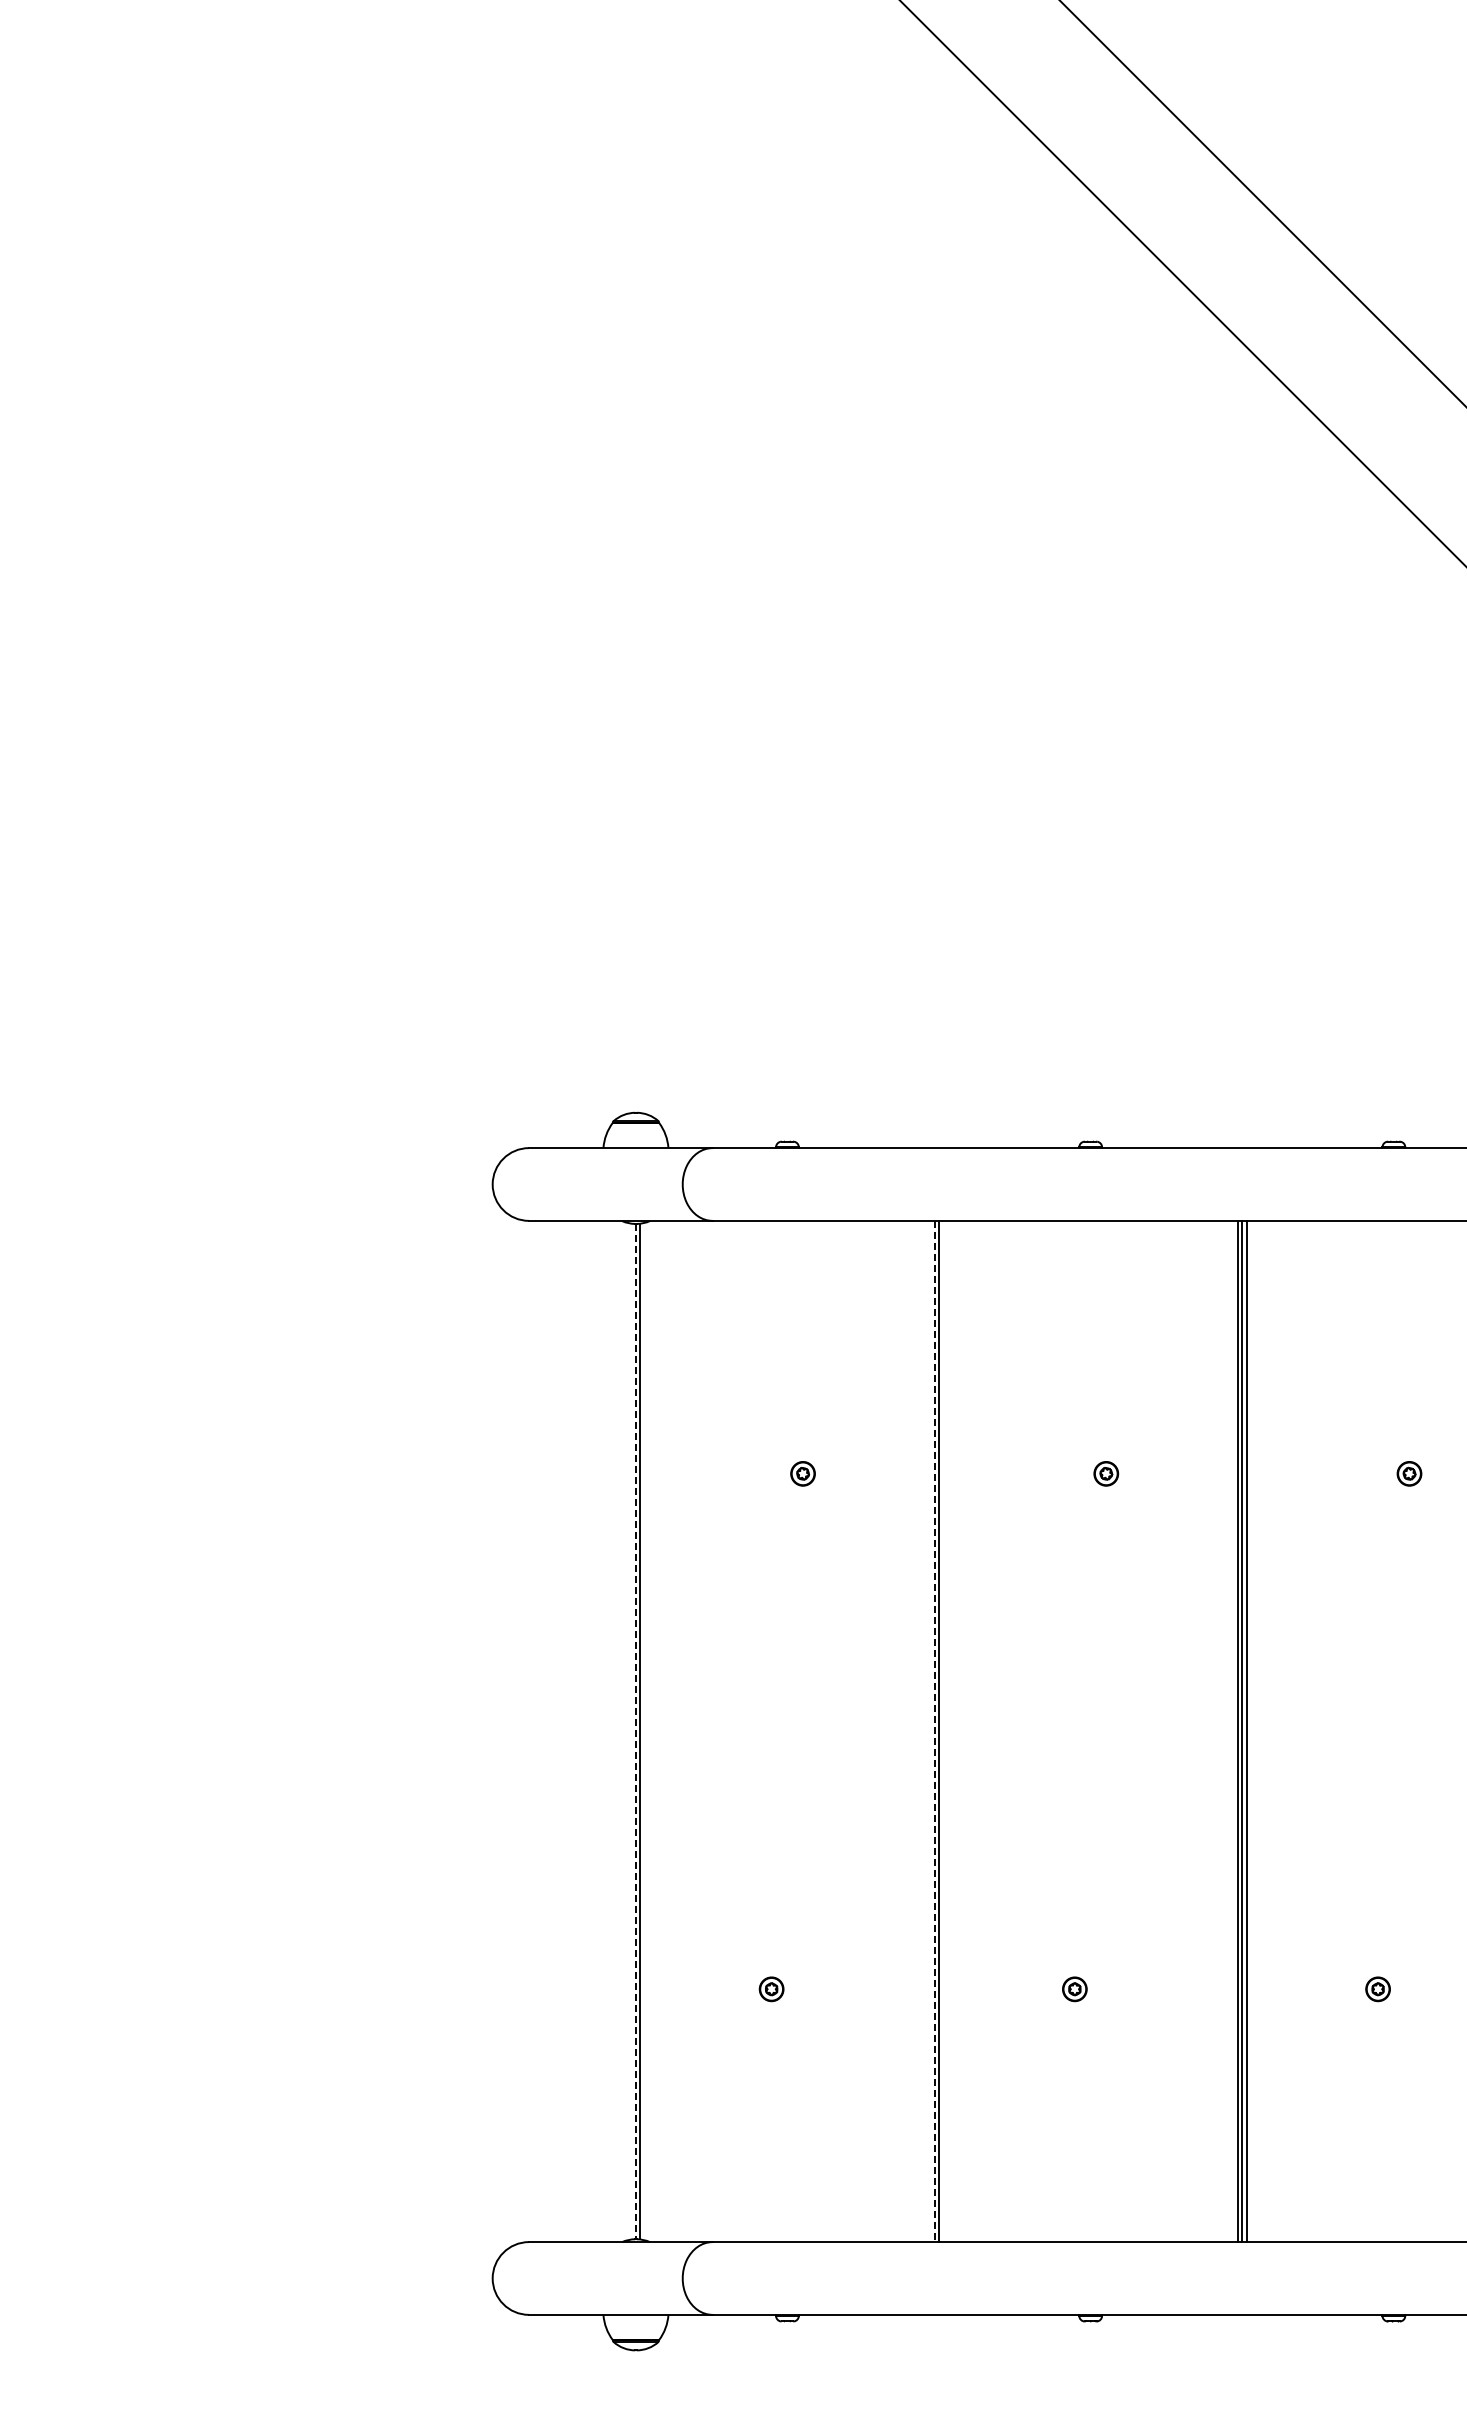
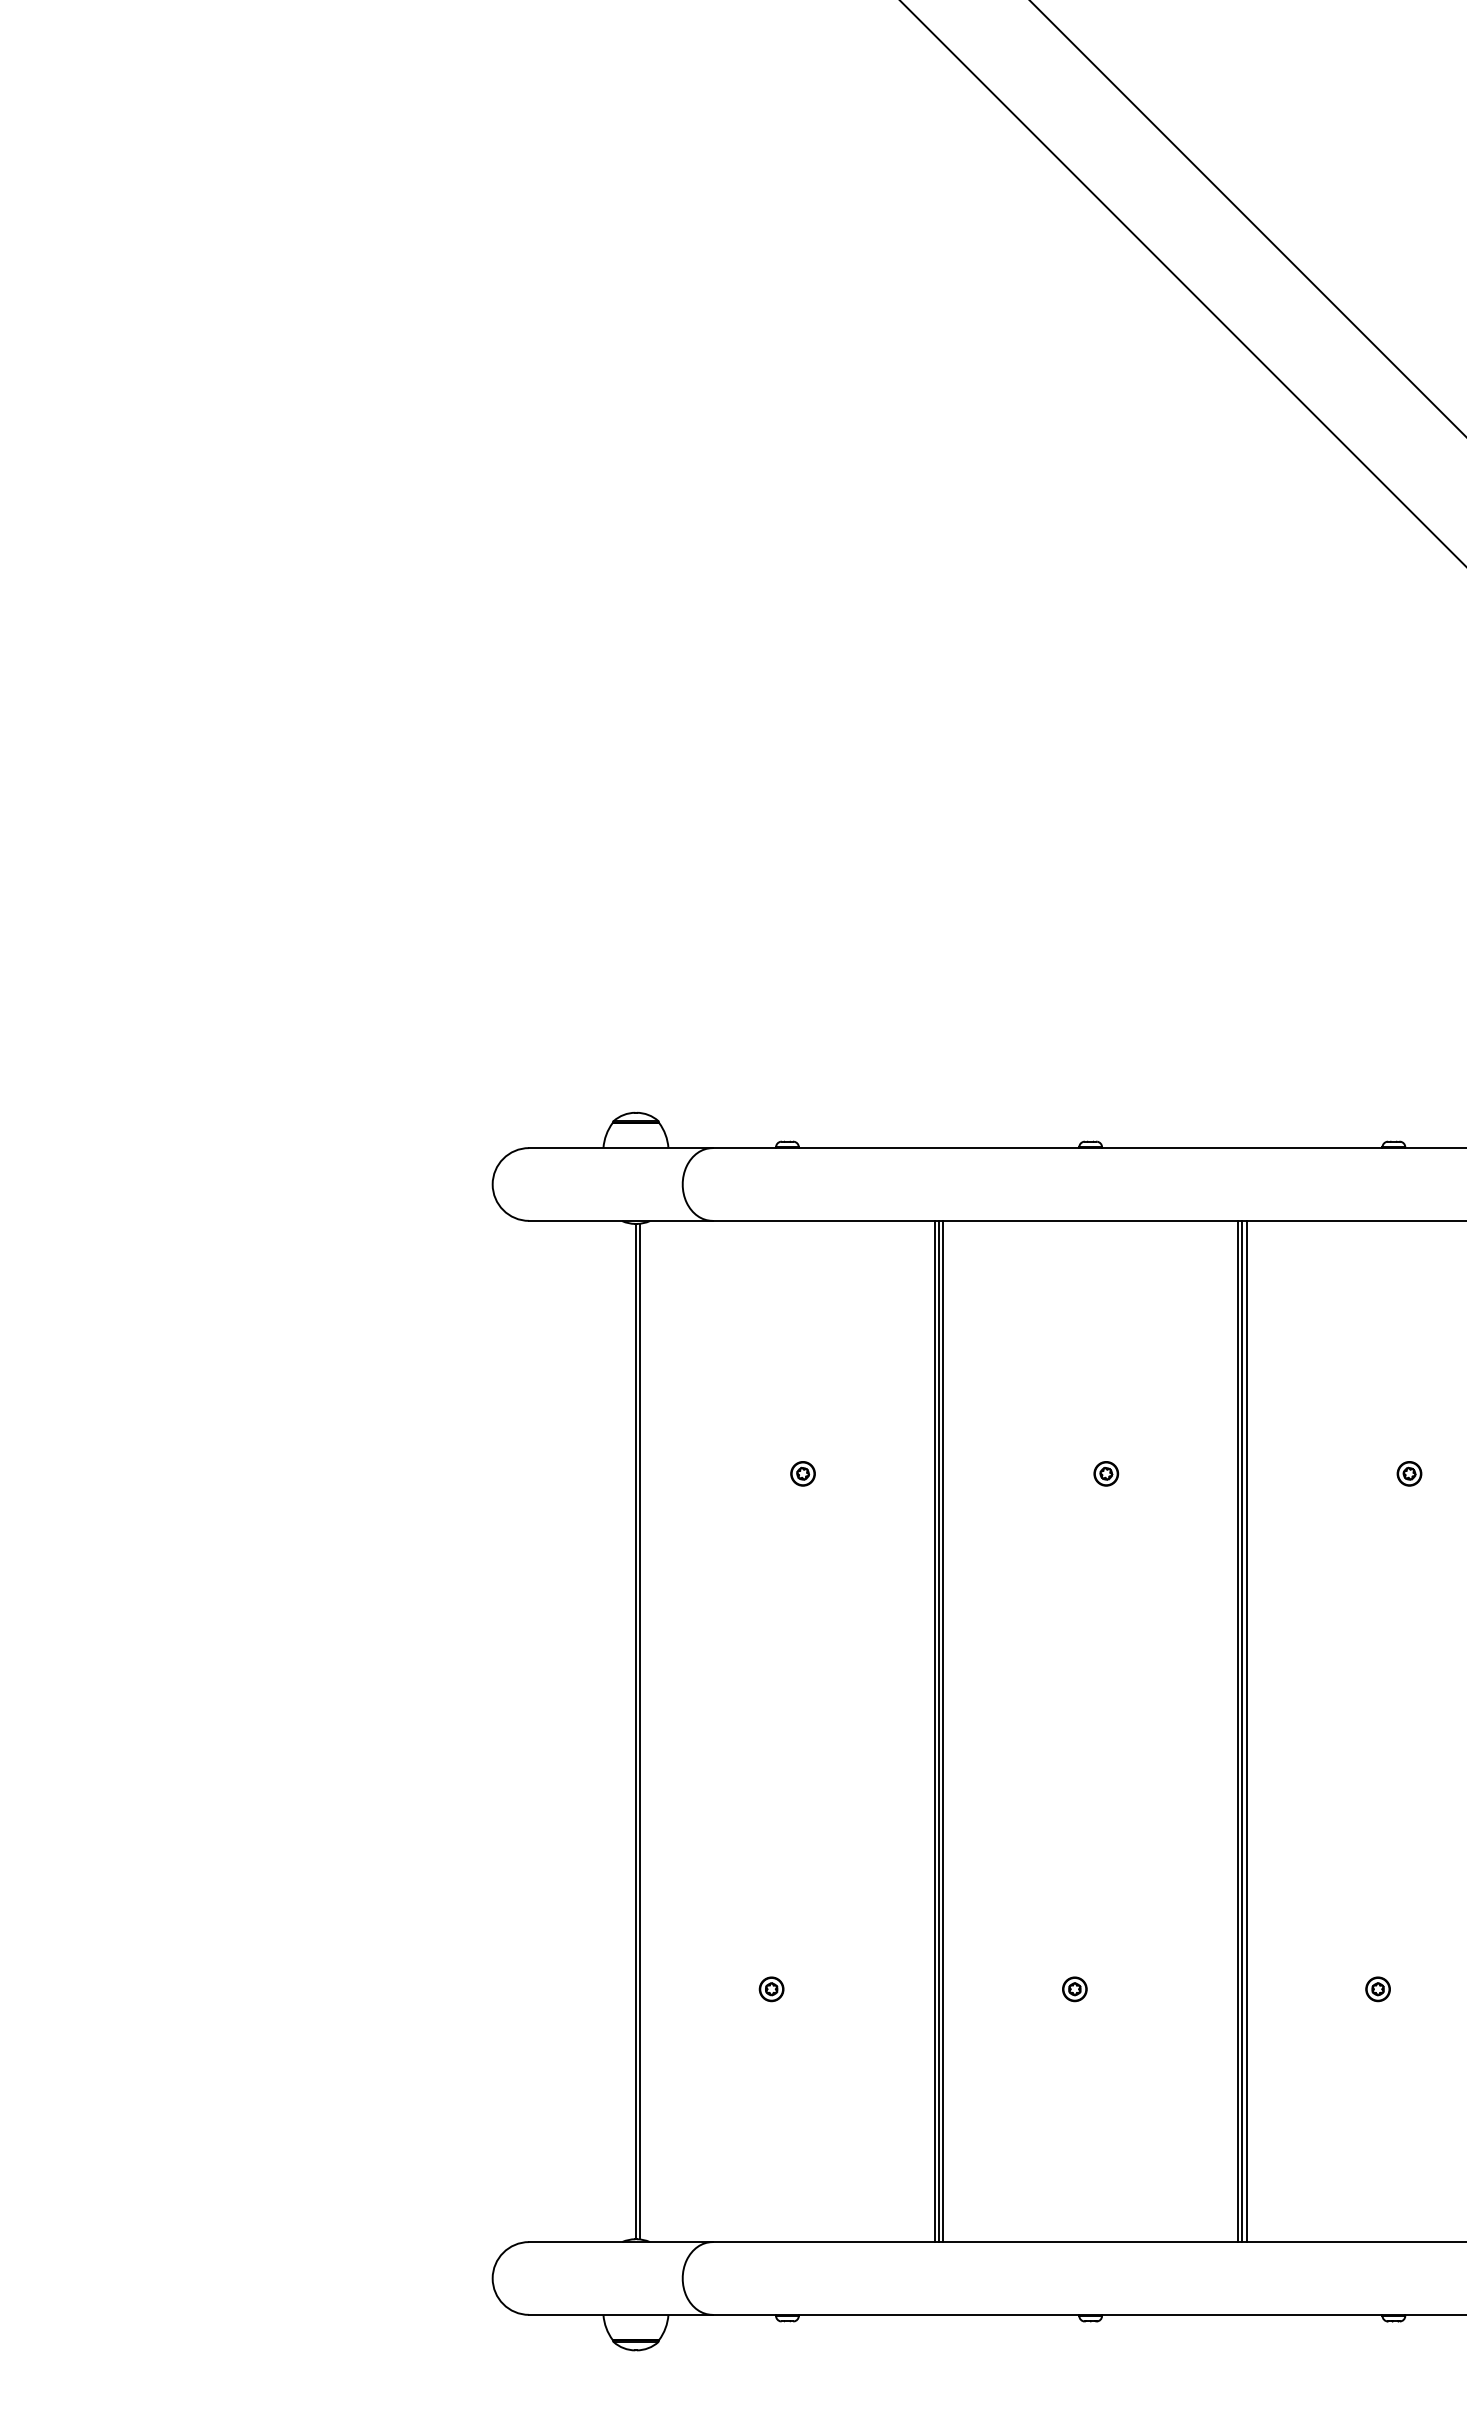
line at (1262, 203) position: (1262, 203) -> (1247, 218)
line at (635, 1731): dashed -> solid
line at (943, 1731): none -> present
line at (934, 1732): dashed -> solid
